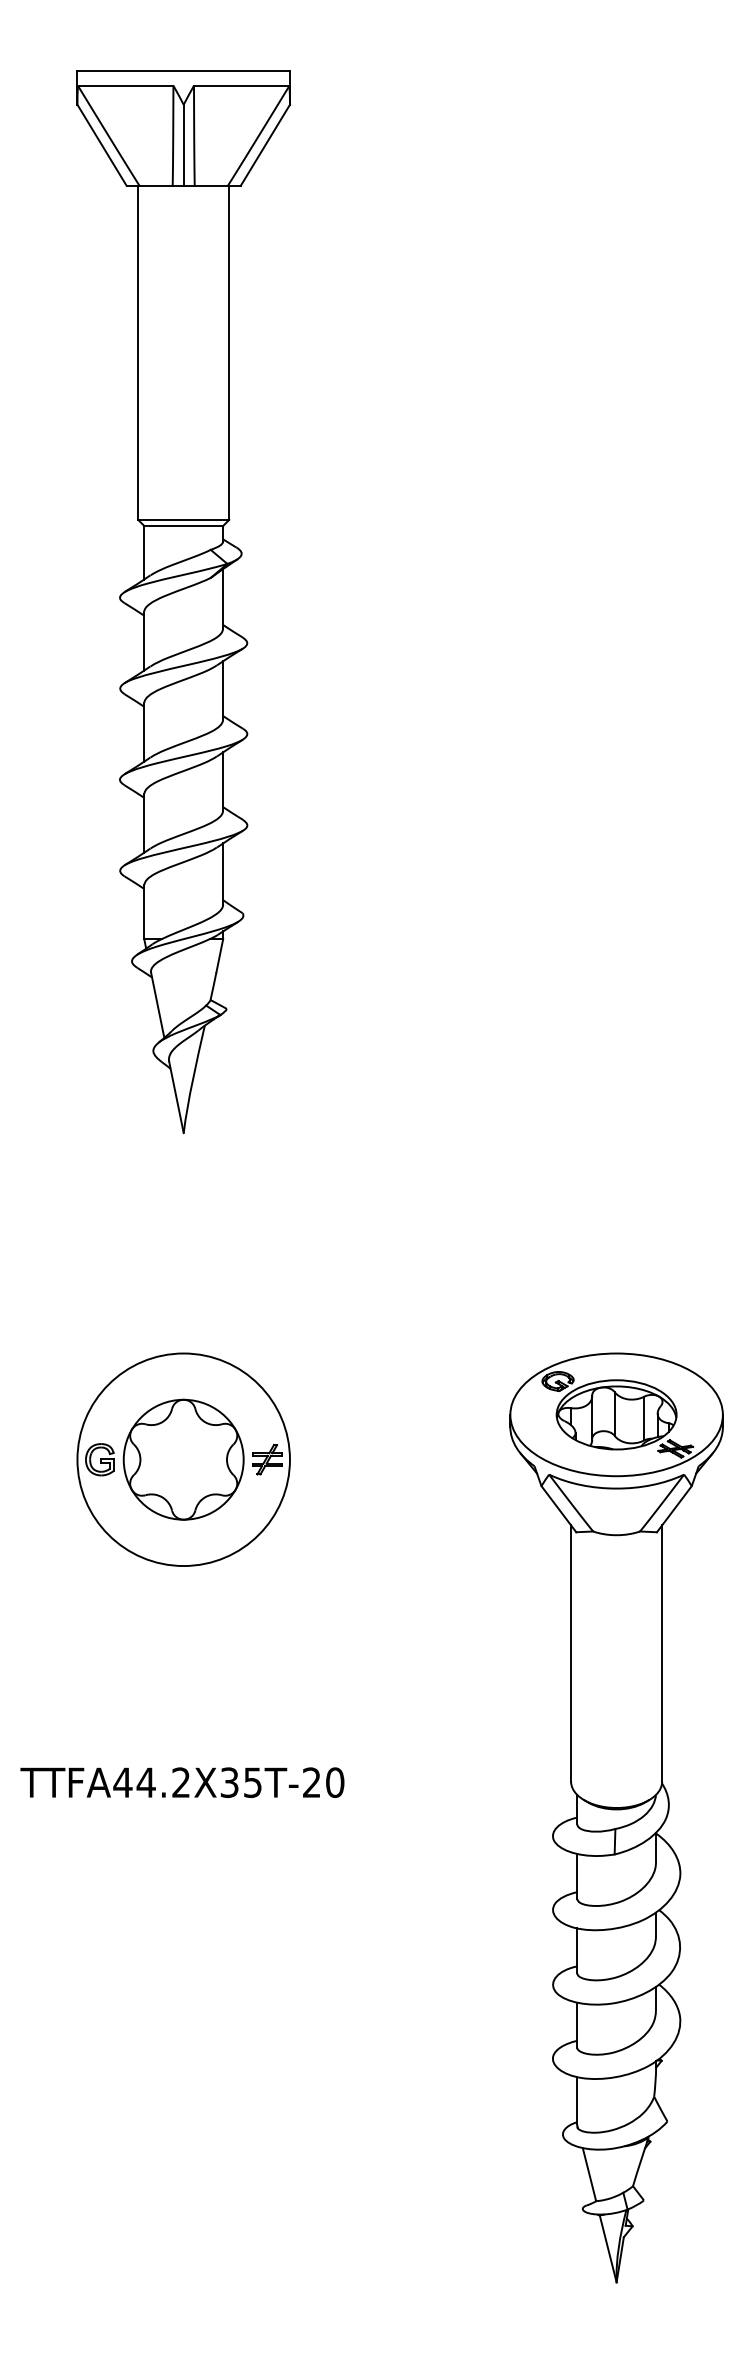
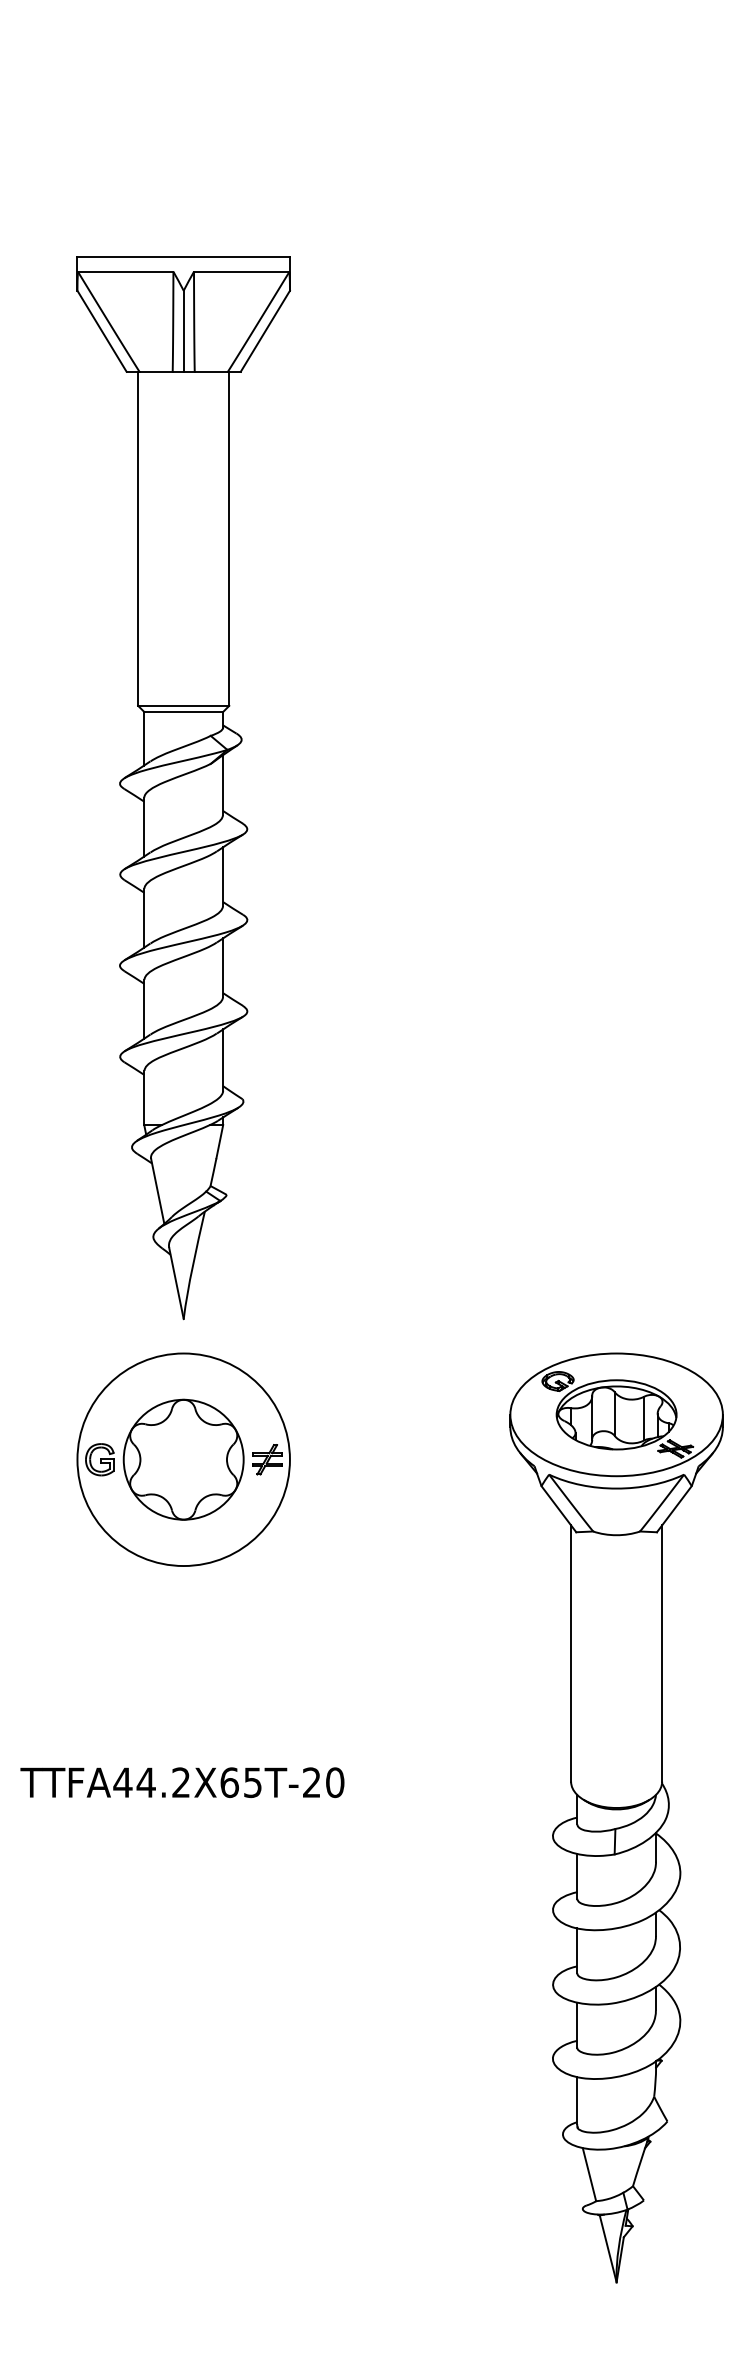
part at (183, 602) position: (183, 602) -> (183, 788)
text at (229, 1782): TTFA44.2X35T-20 -> TTFA44.2X65T-20
